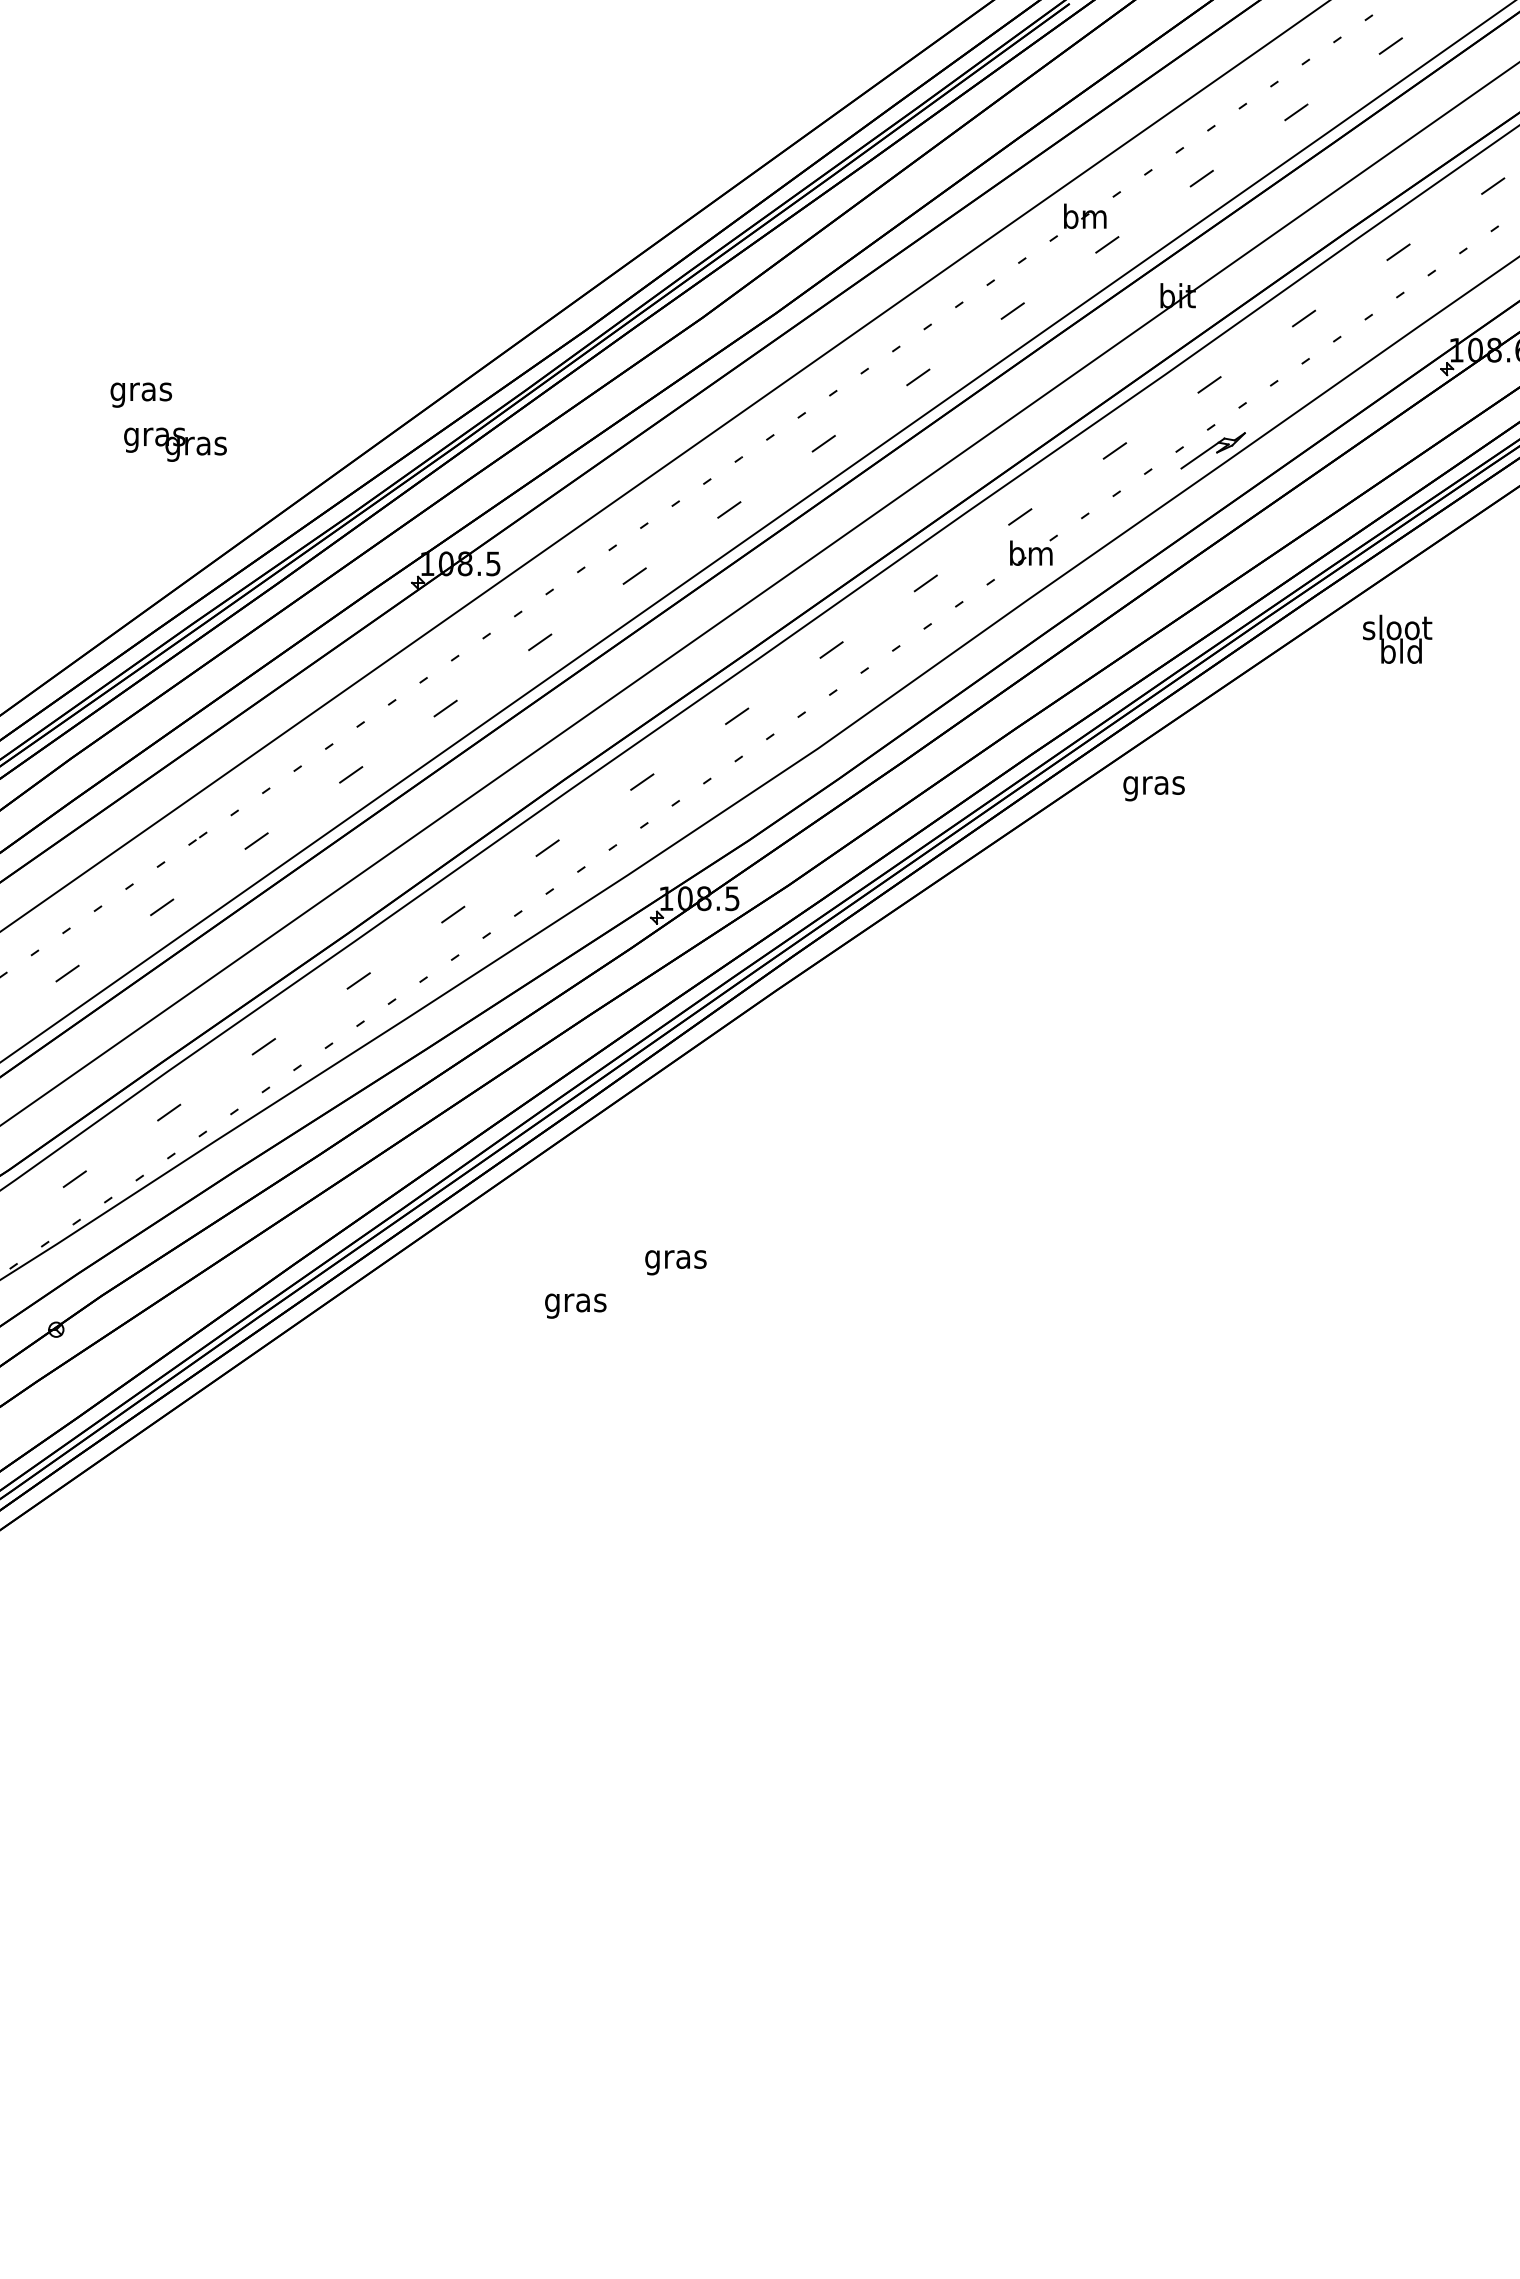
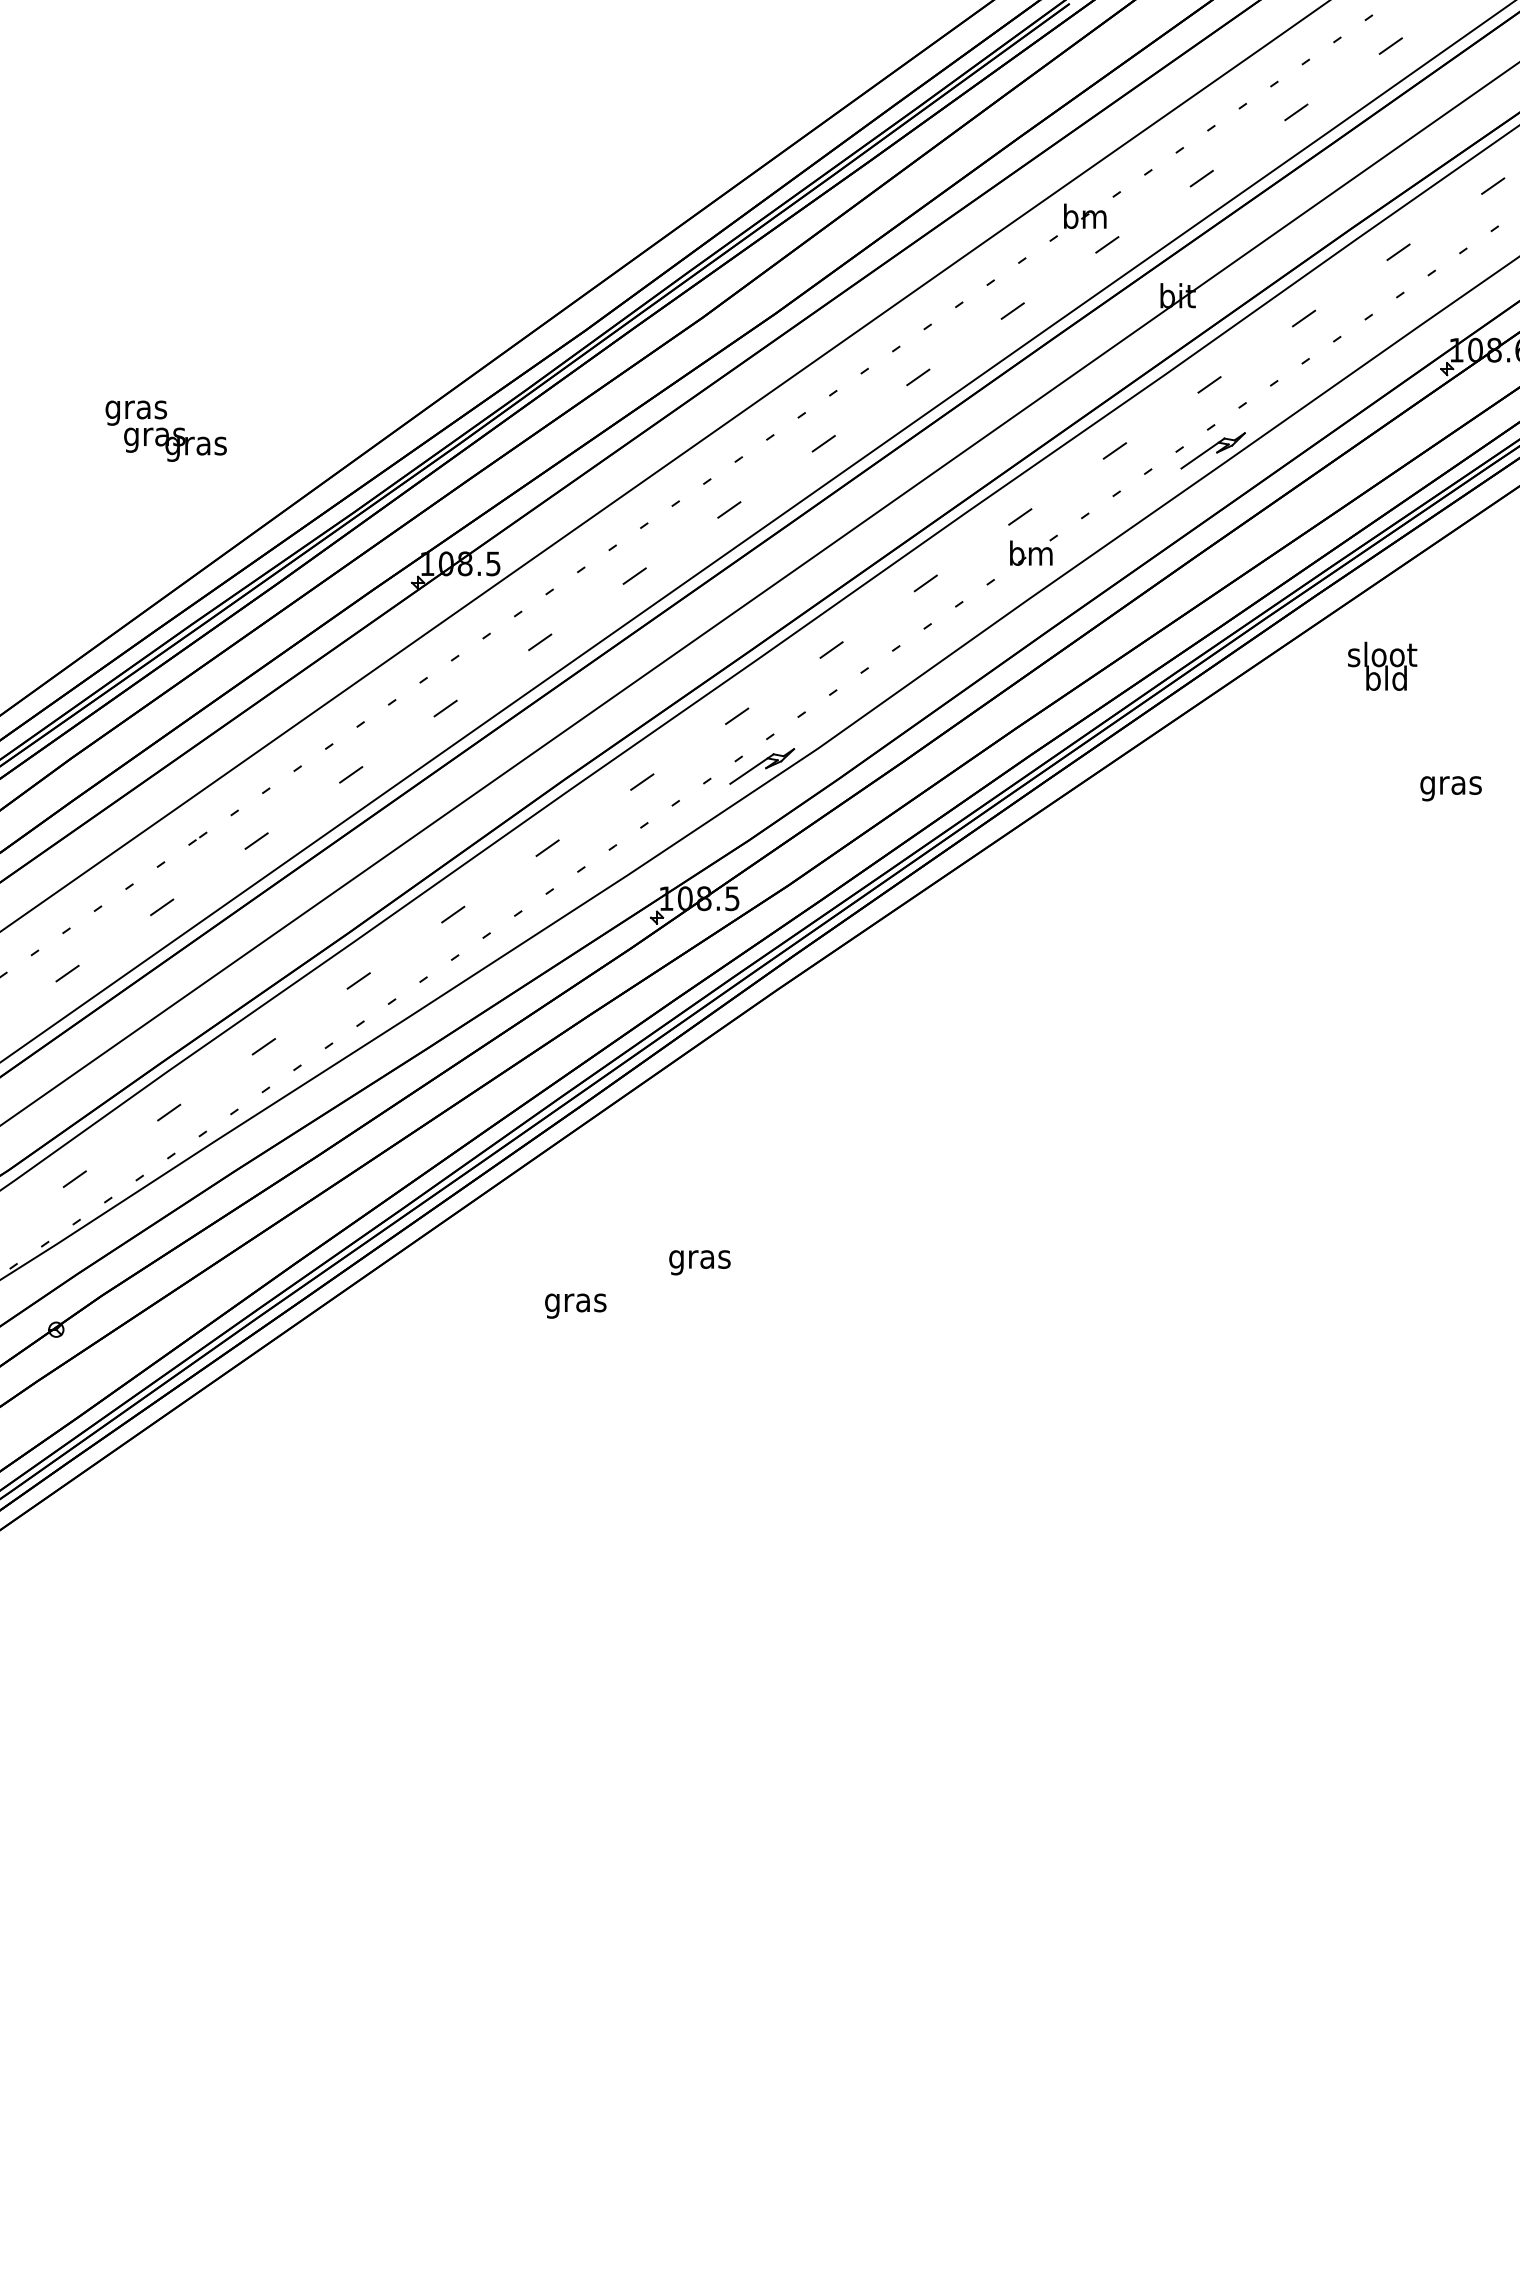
text at (140, 394) position: (140, 394) -> (135, 412)
text at (1397, 638) position: (1397, 638) -> (1382, 665)
part at (762, 766): none -> present
text at (1153, 788) position: (1153, 788) -> (1450, 788)
text at (675, 1262) position: (675, 1262) -> (699, 1262)
